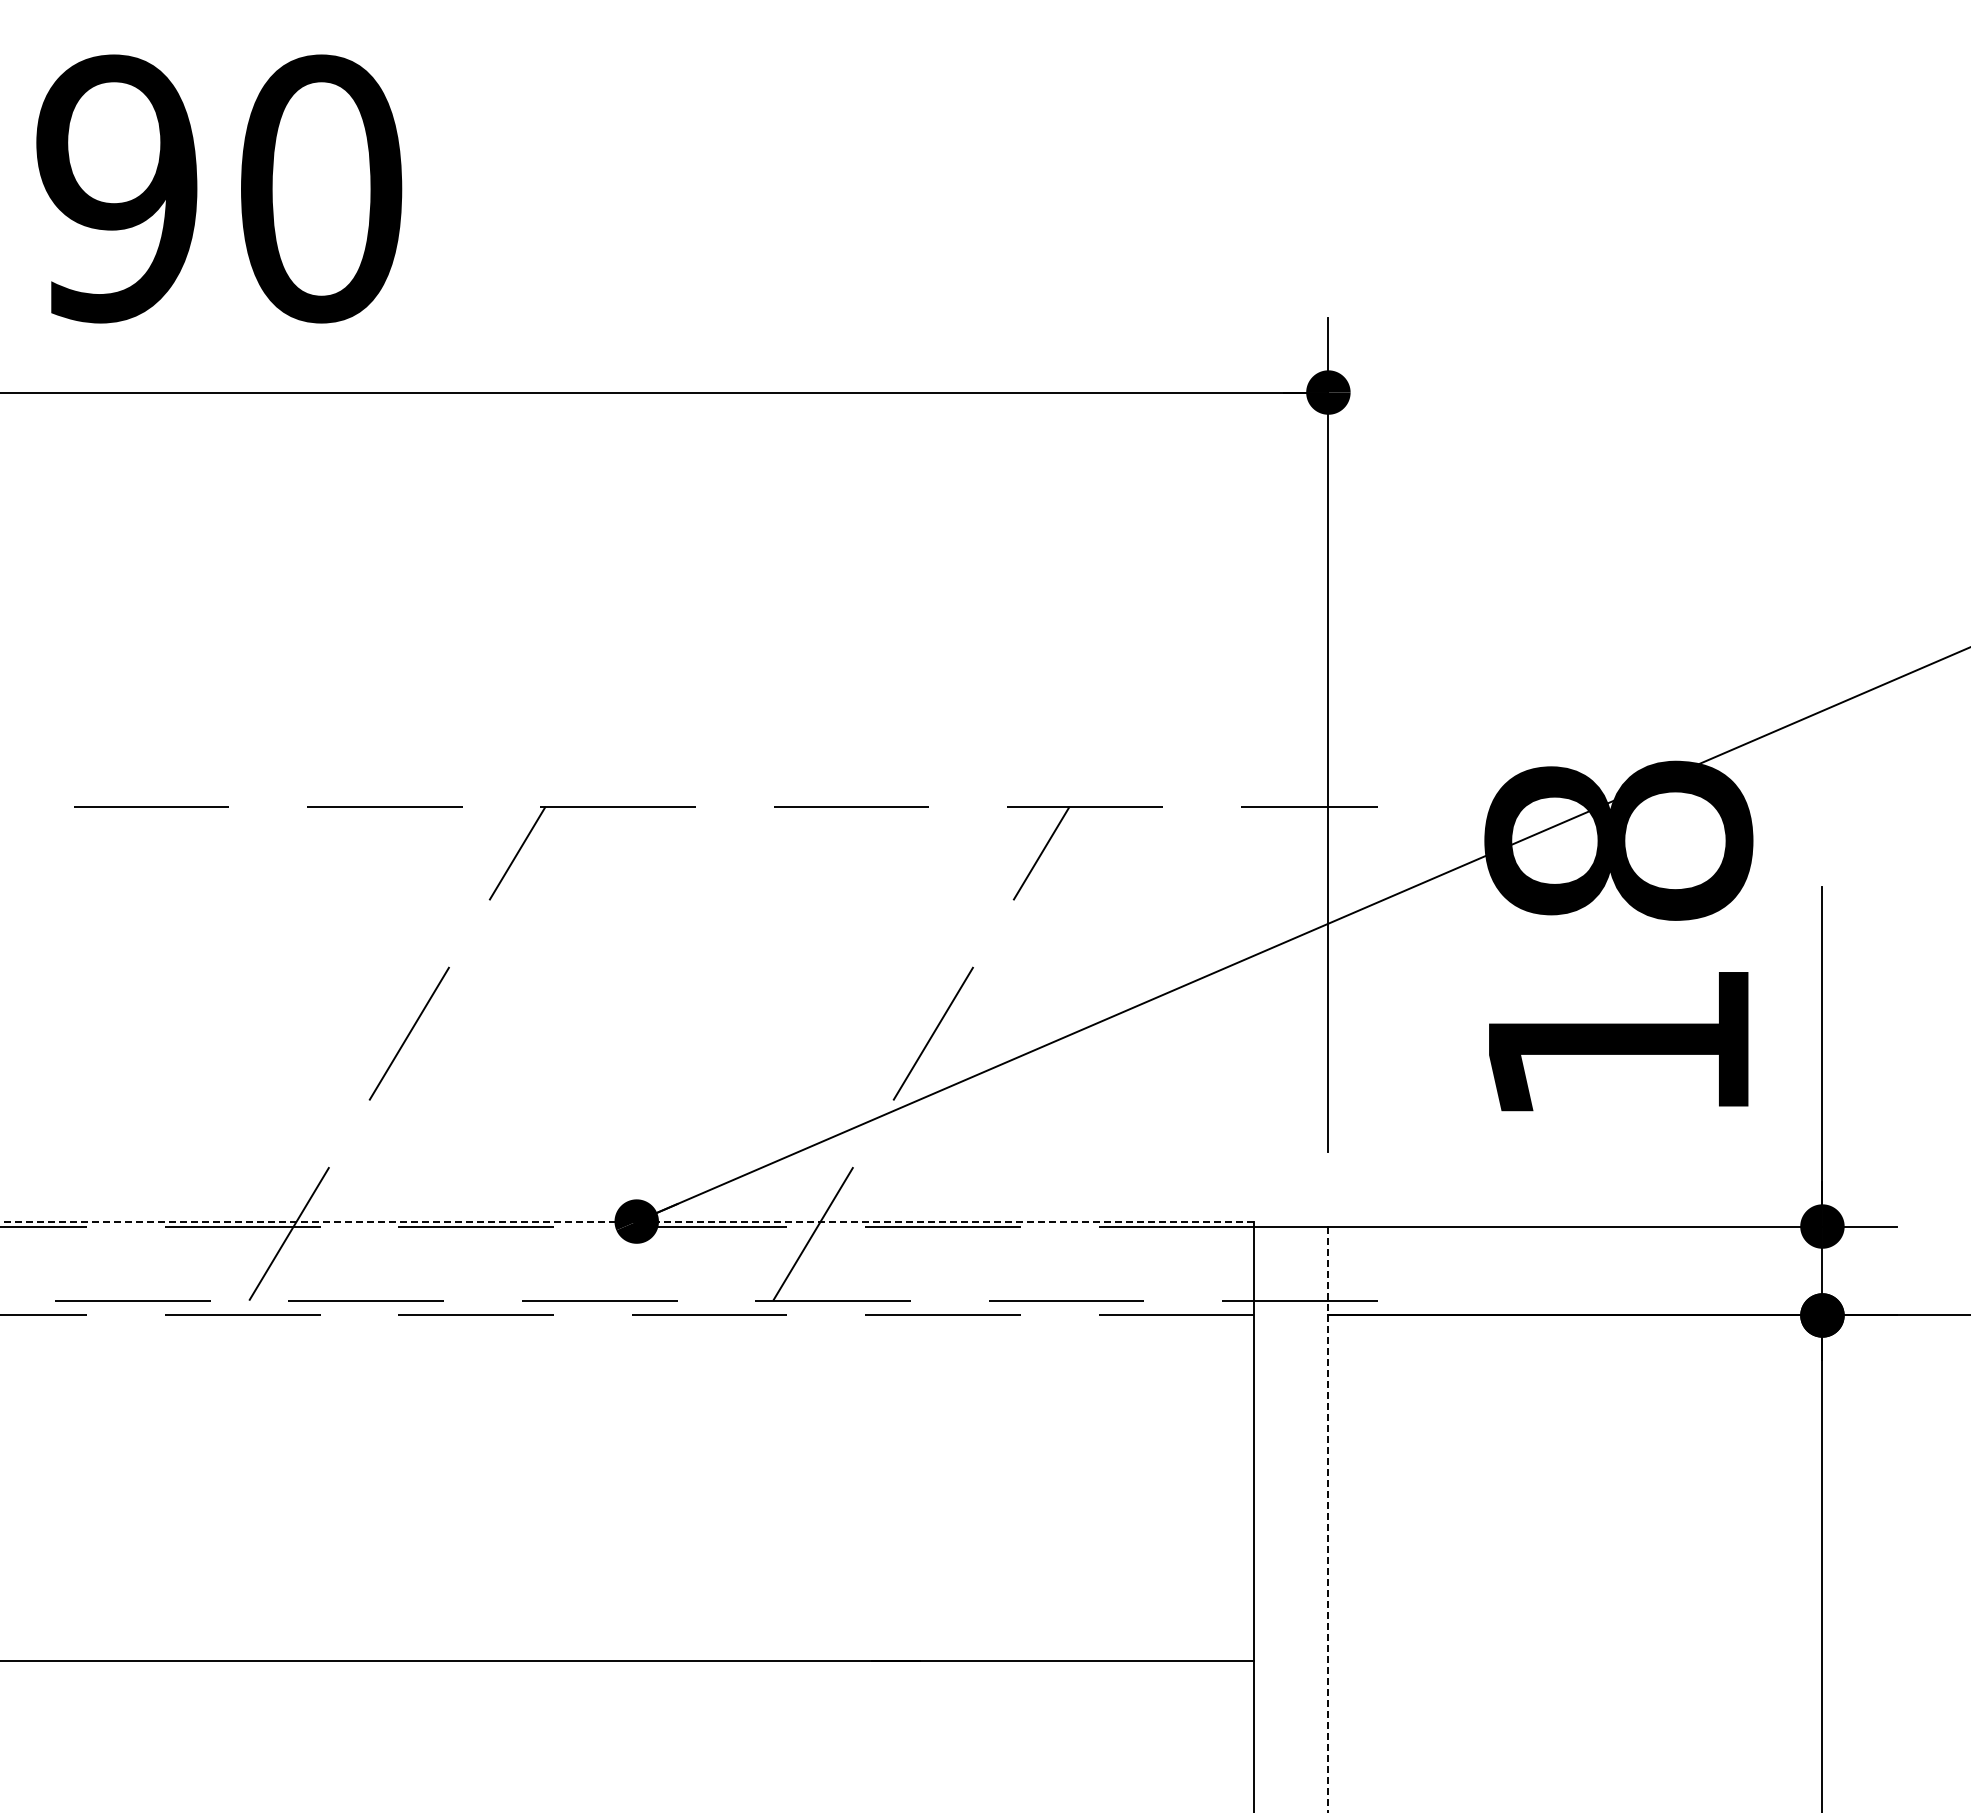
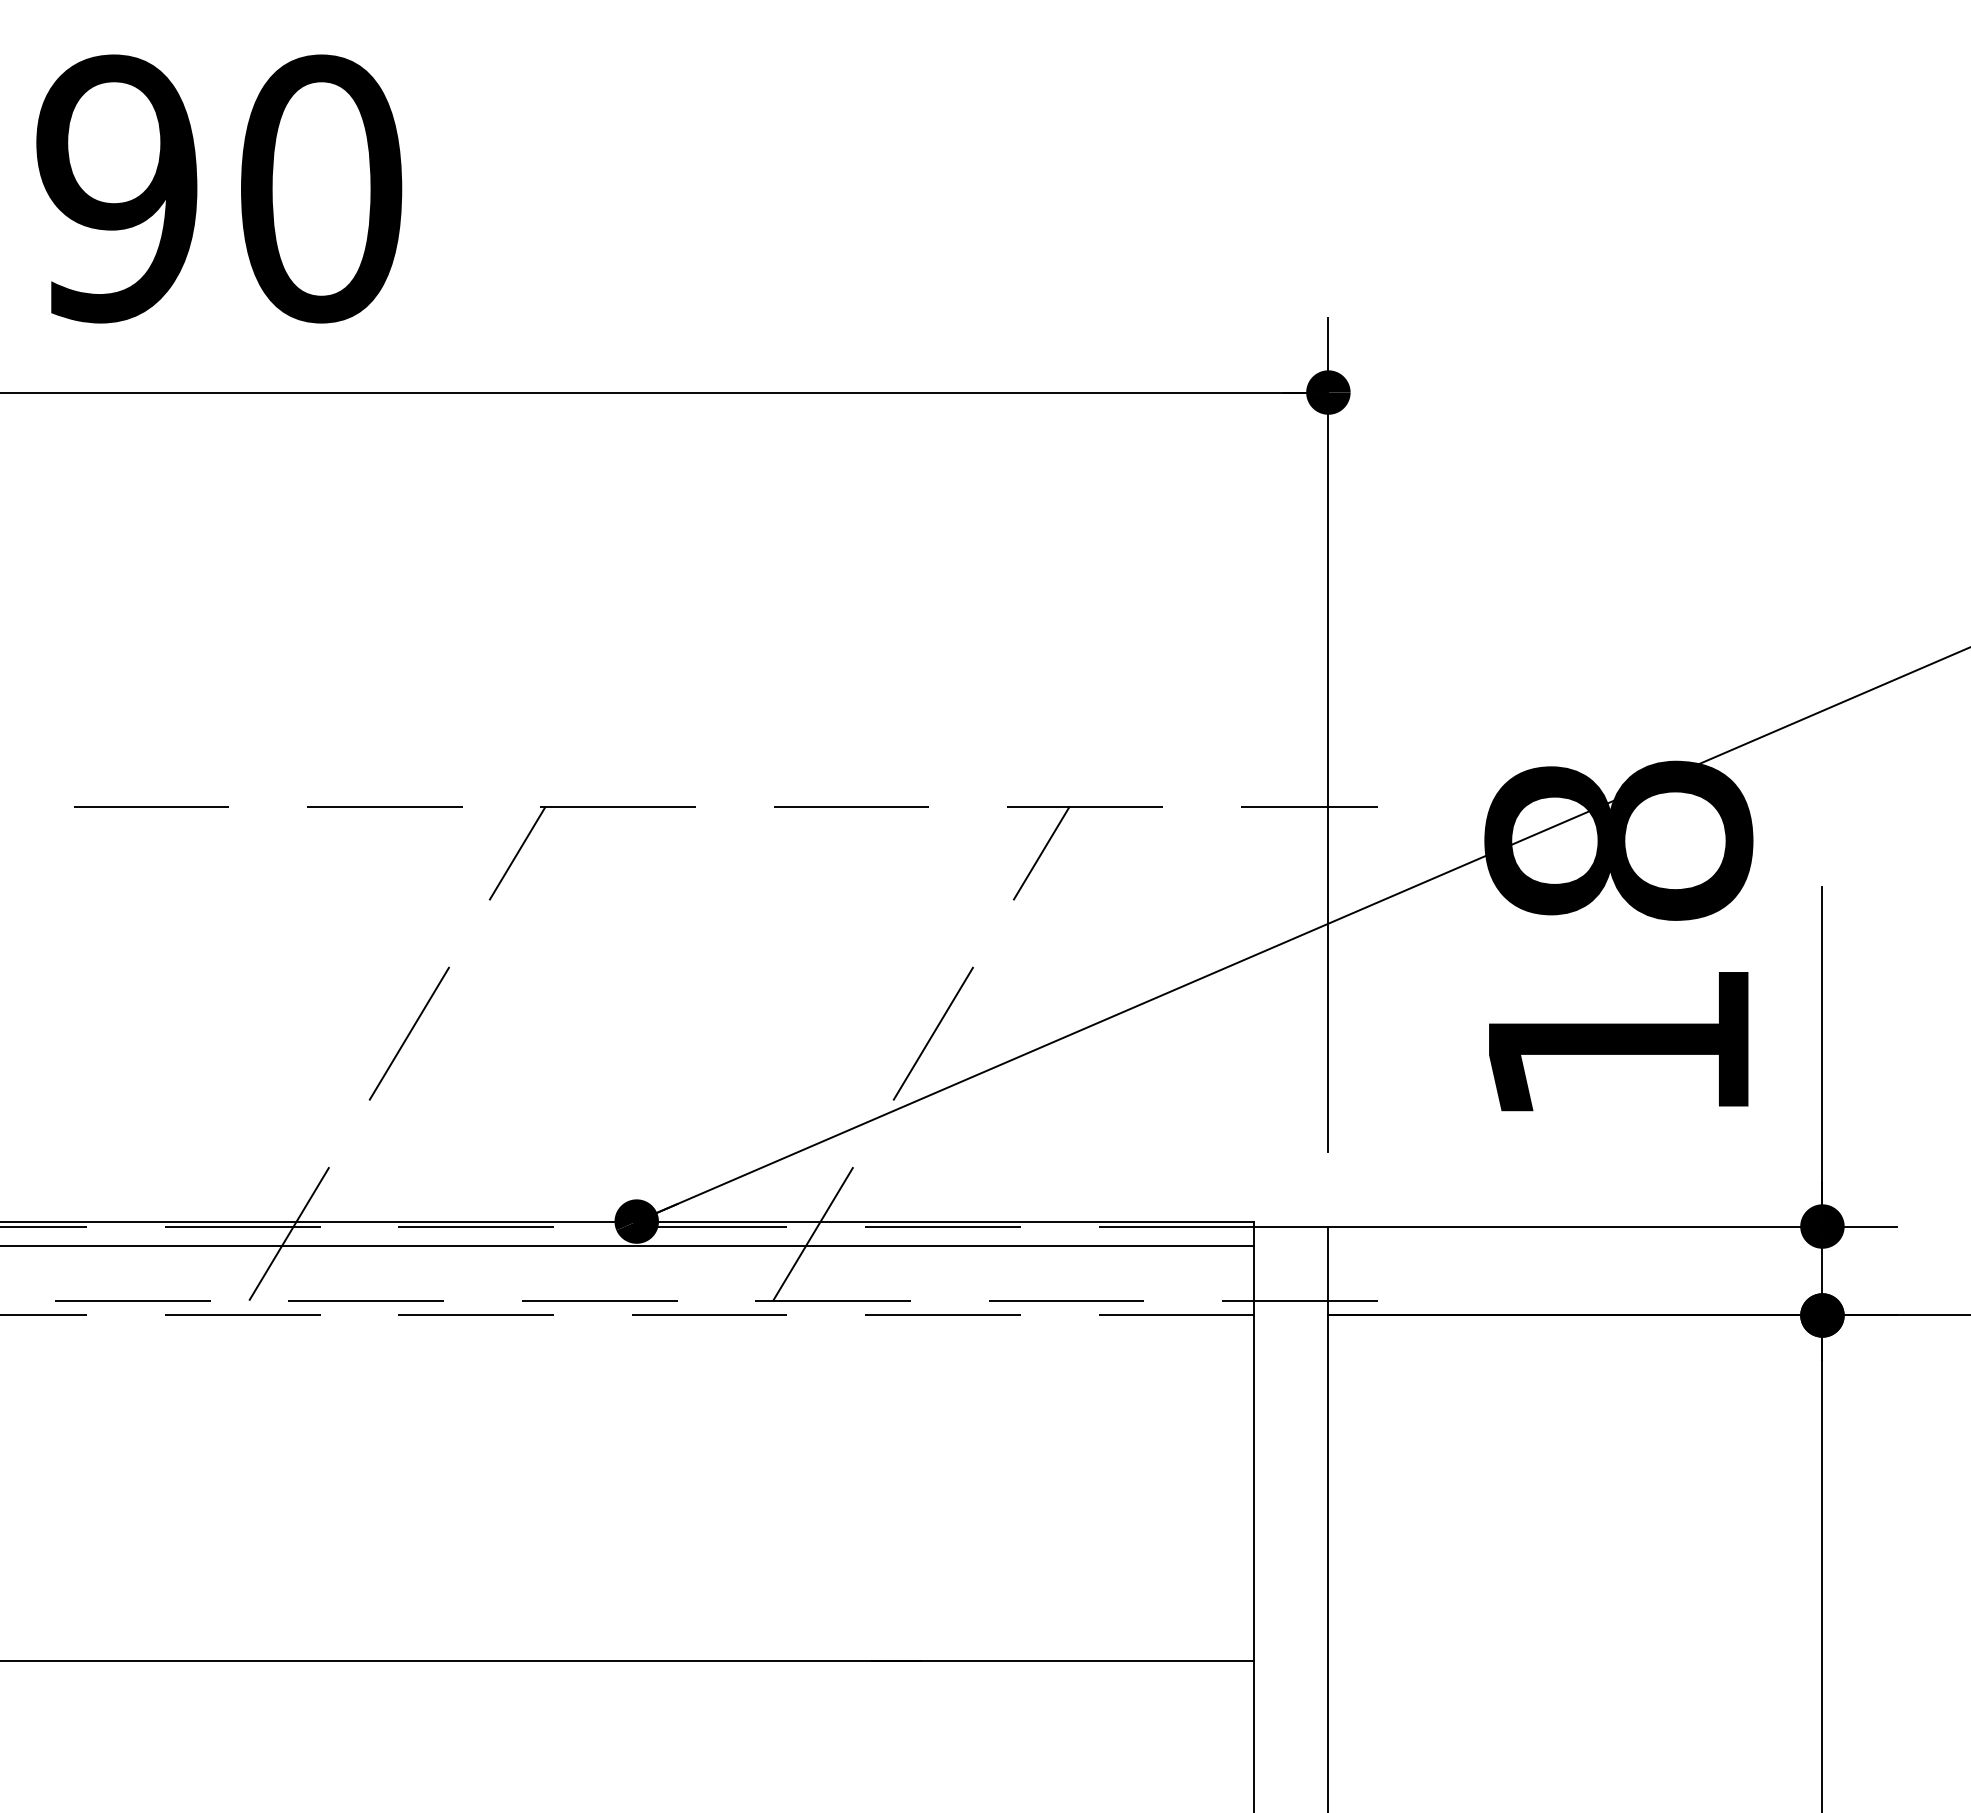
line at (627, 1221): dashed -> solid
line at (628, 1246): none -> present
line at (1328, 1519): dashed -> solid
